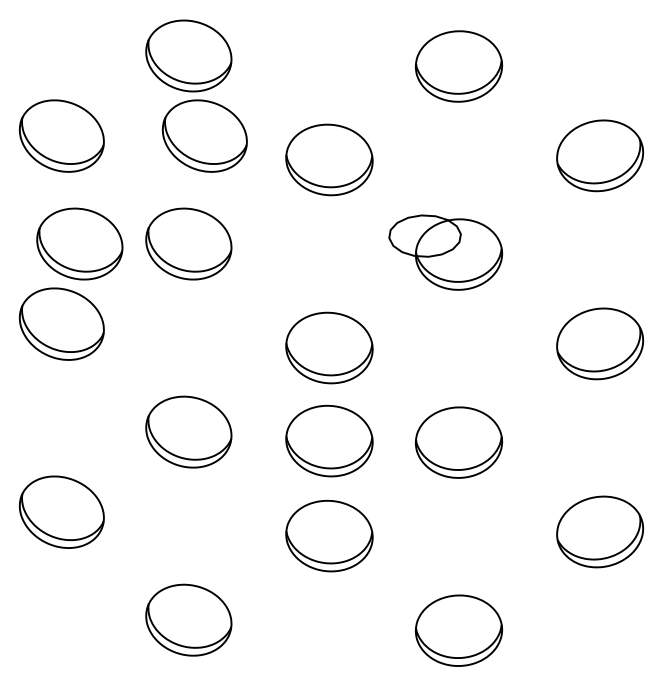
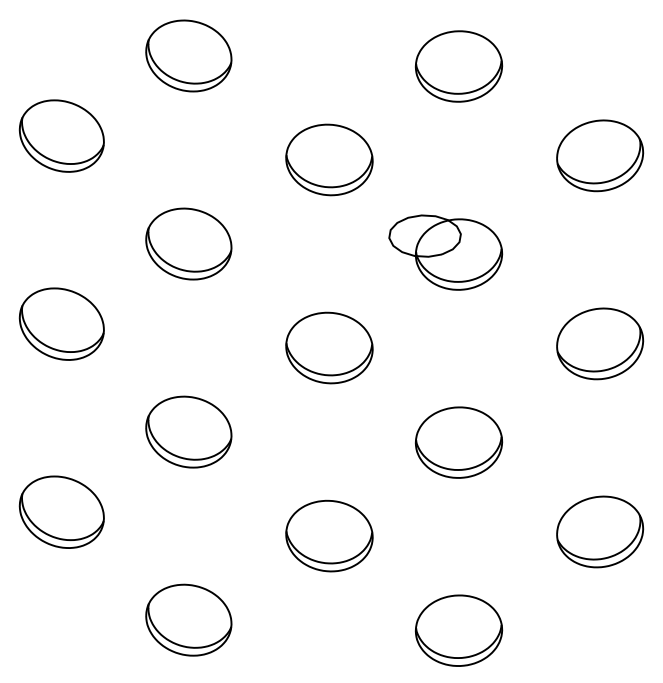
part at (204, 135): present -> none
part at (79, 243): present -> none
part at (329, 440): present -> none
